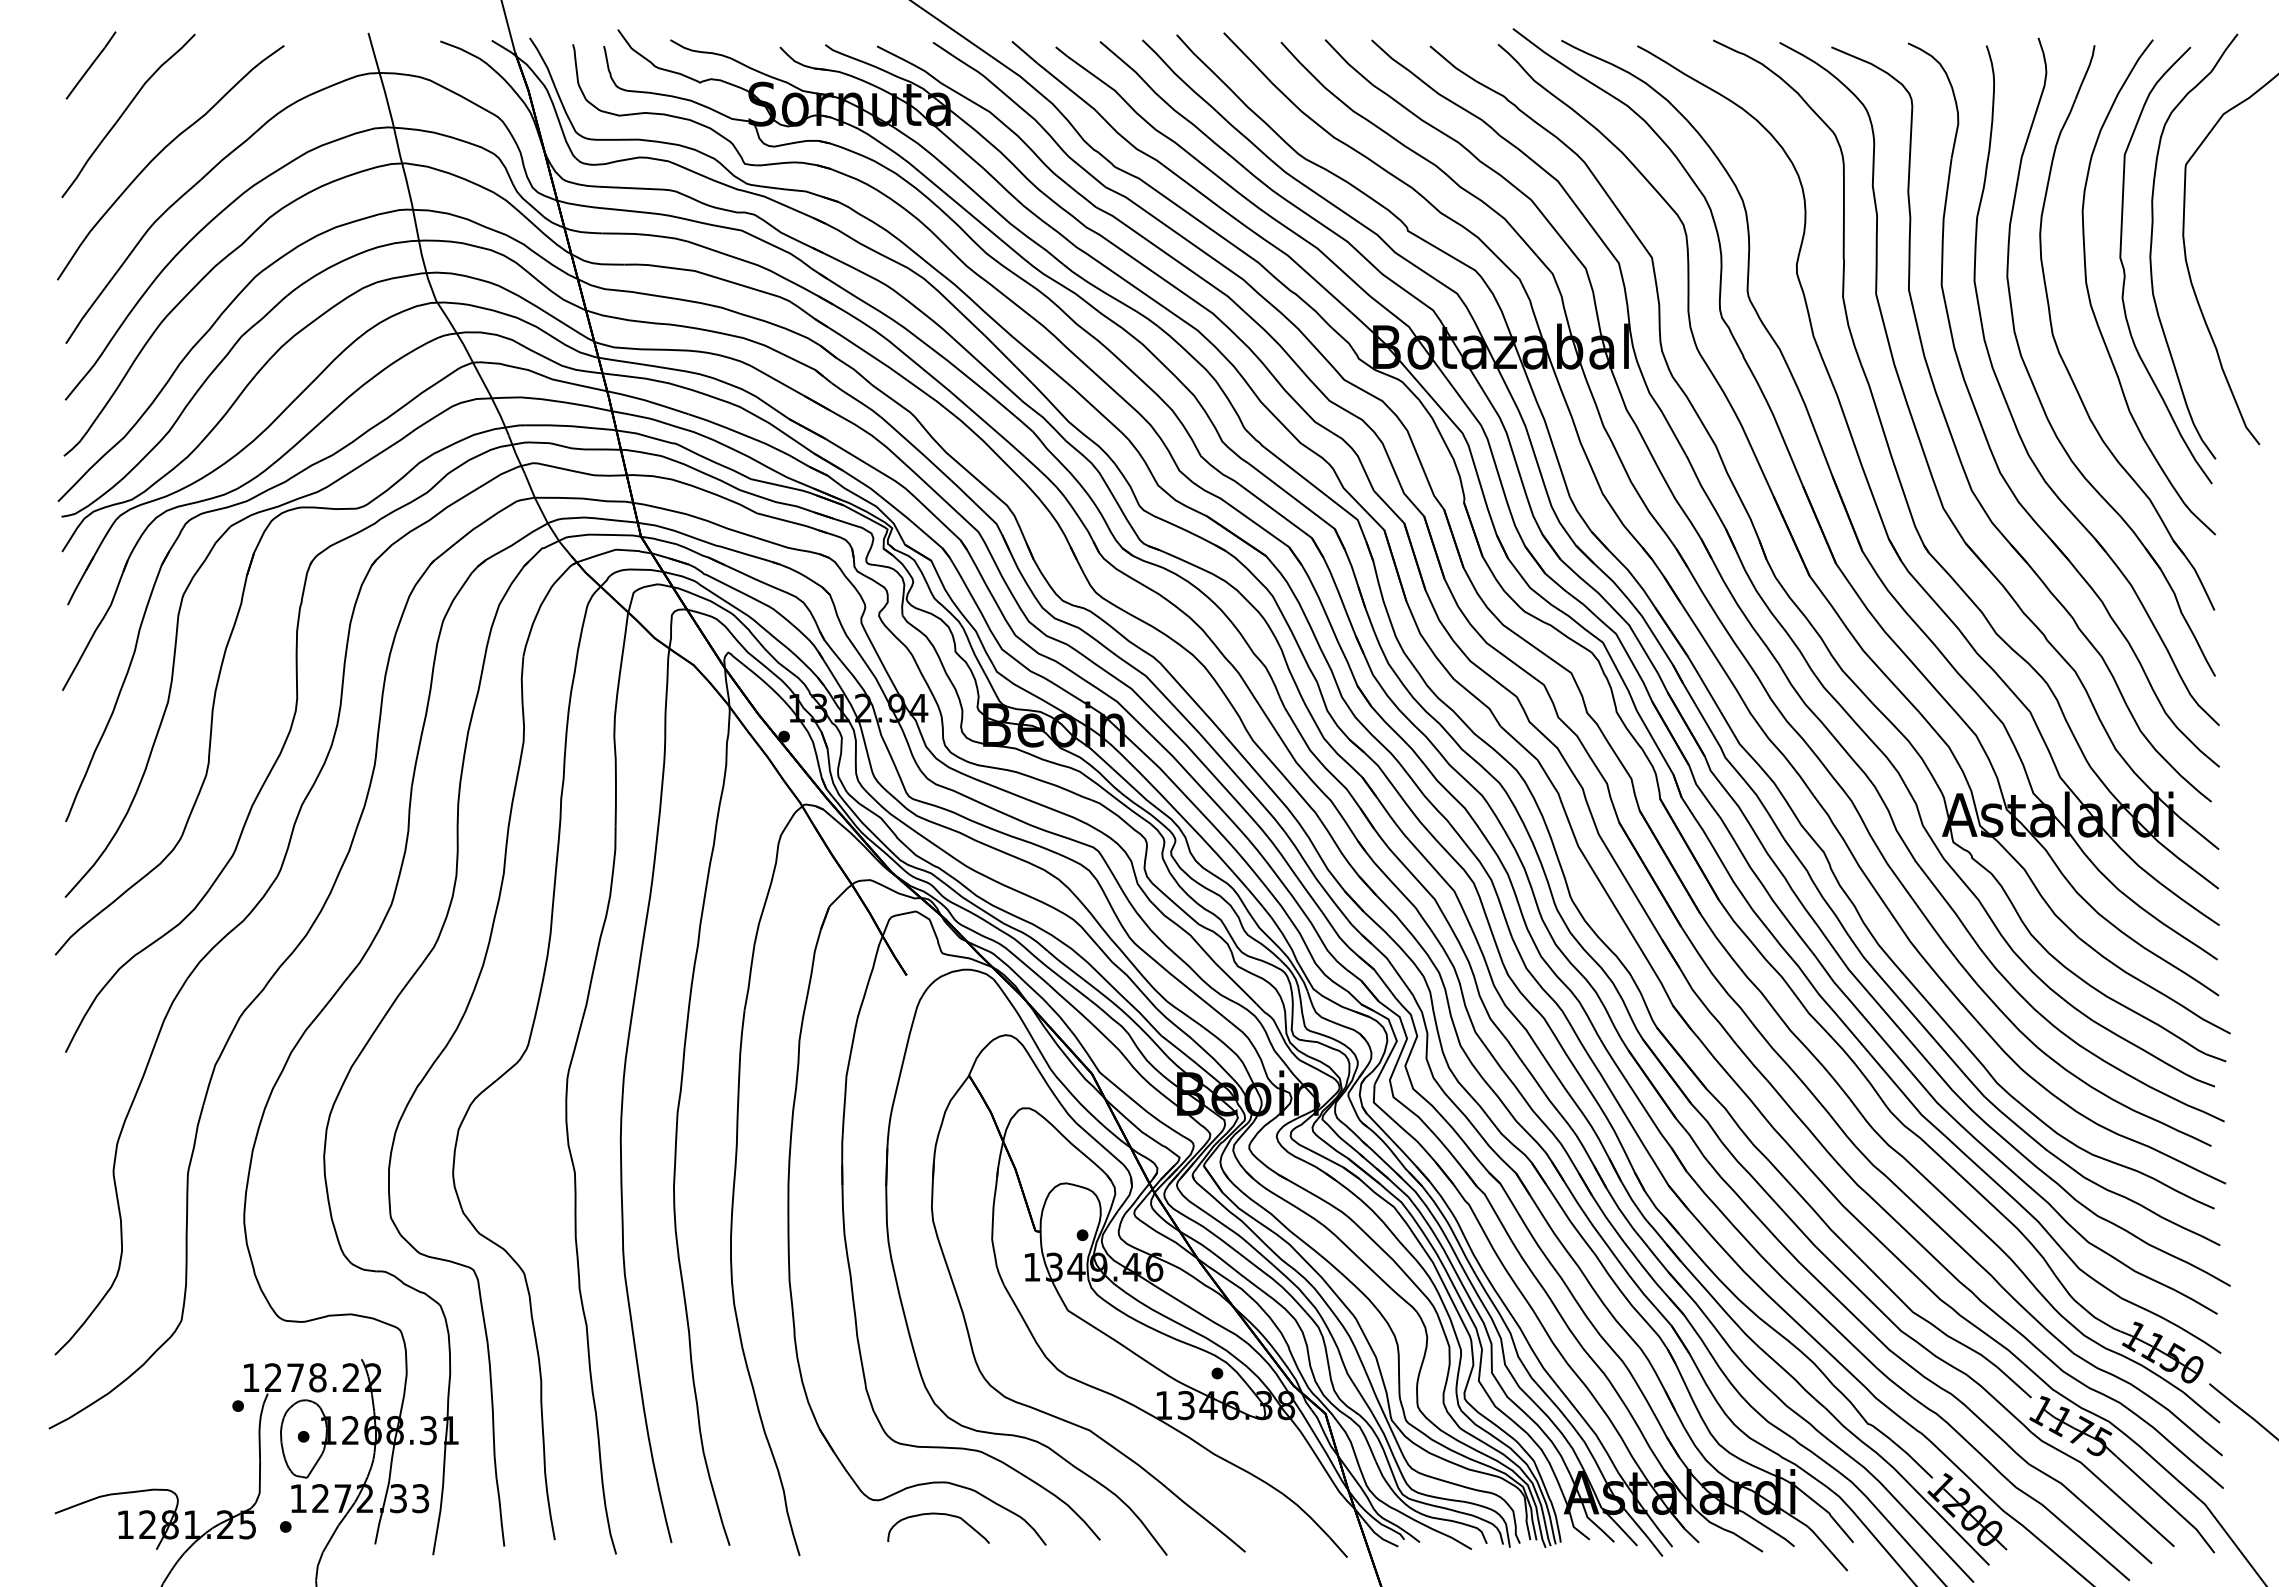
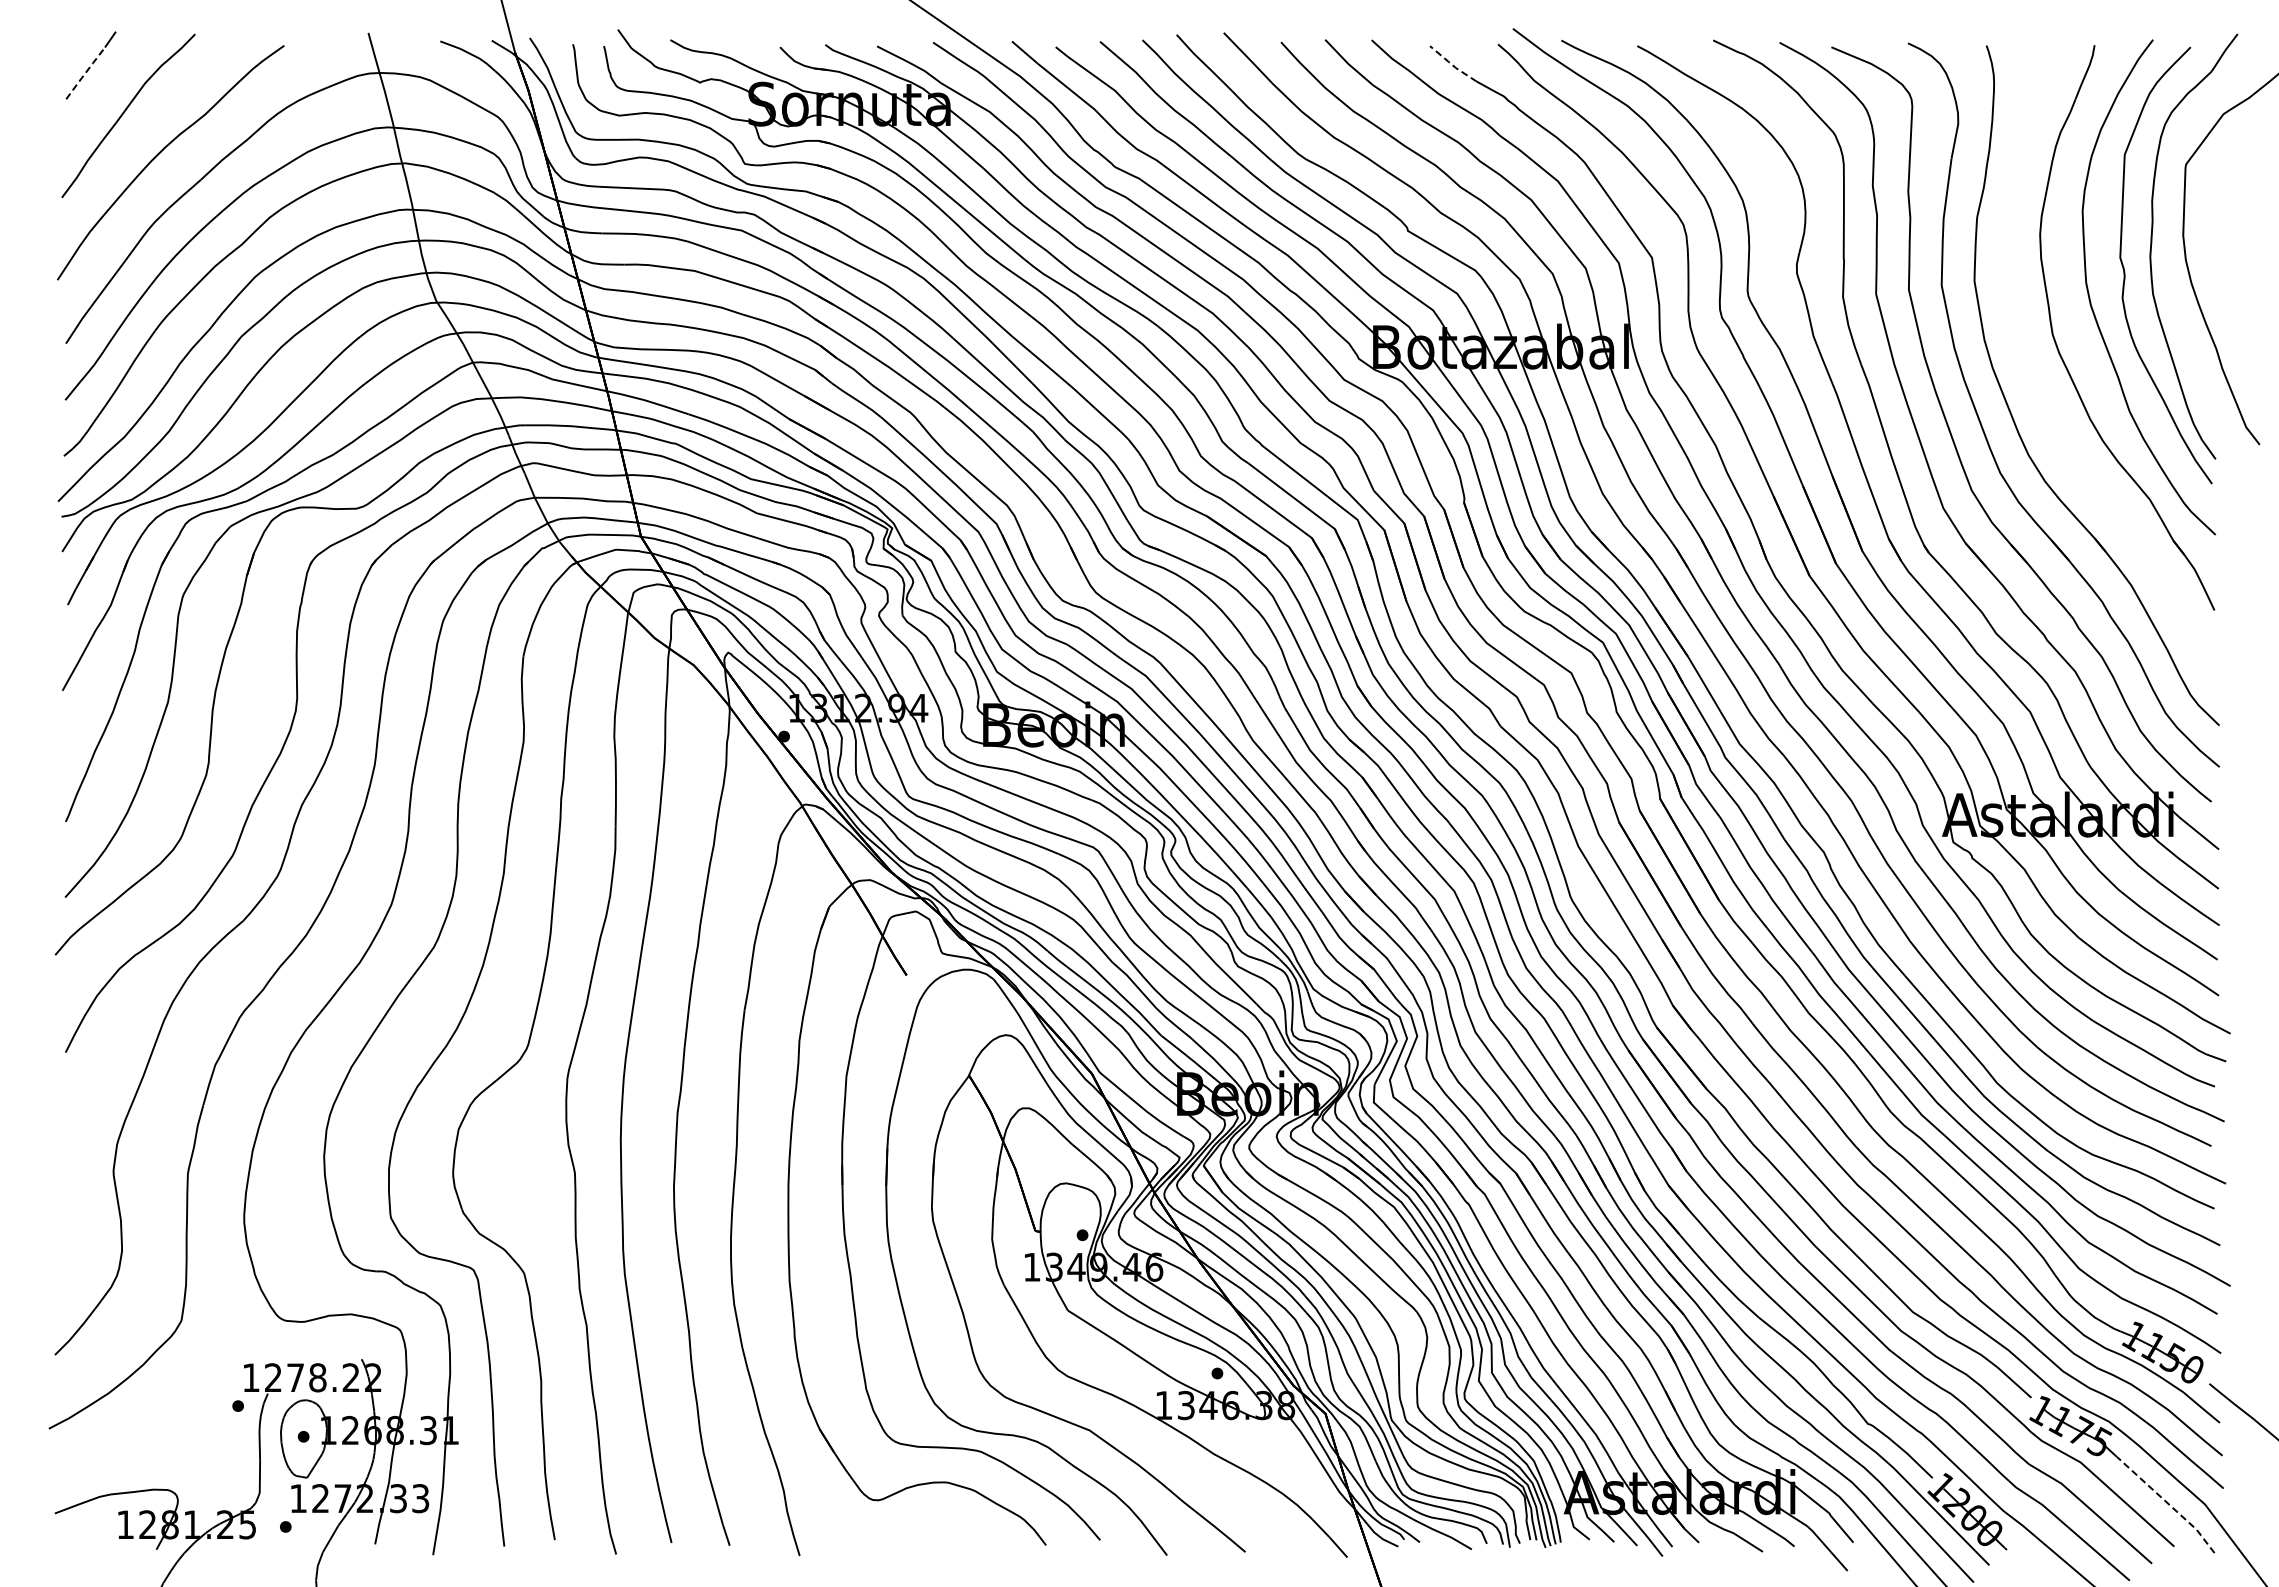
line at (1452, 65): solid -> dashed
line at (85, 73): solid -> dashed
part at (2034, 384): present -> none
line at (2167, 1503): solid -> dashed
curve at (938, 1514): present -> none
